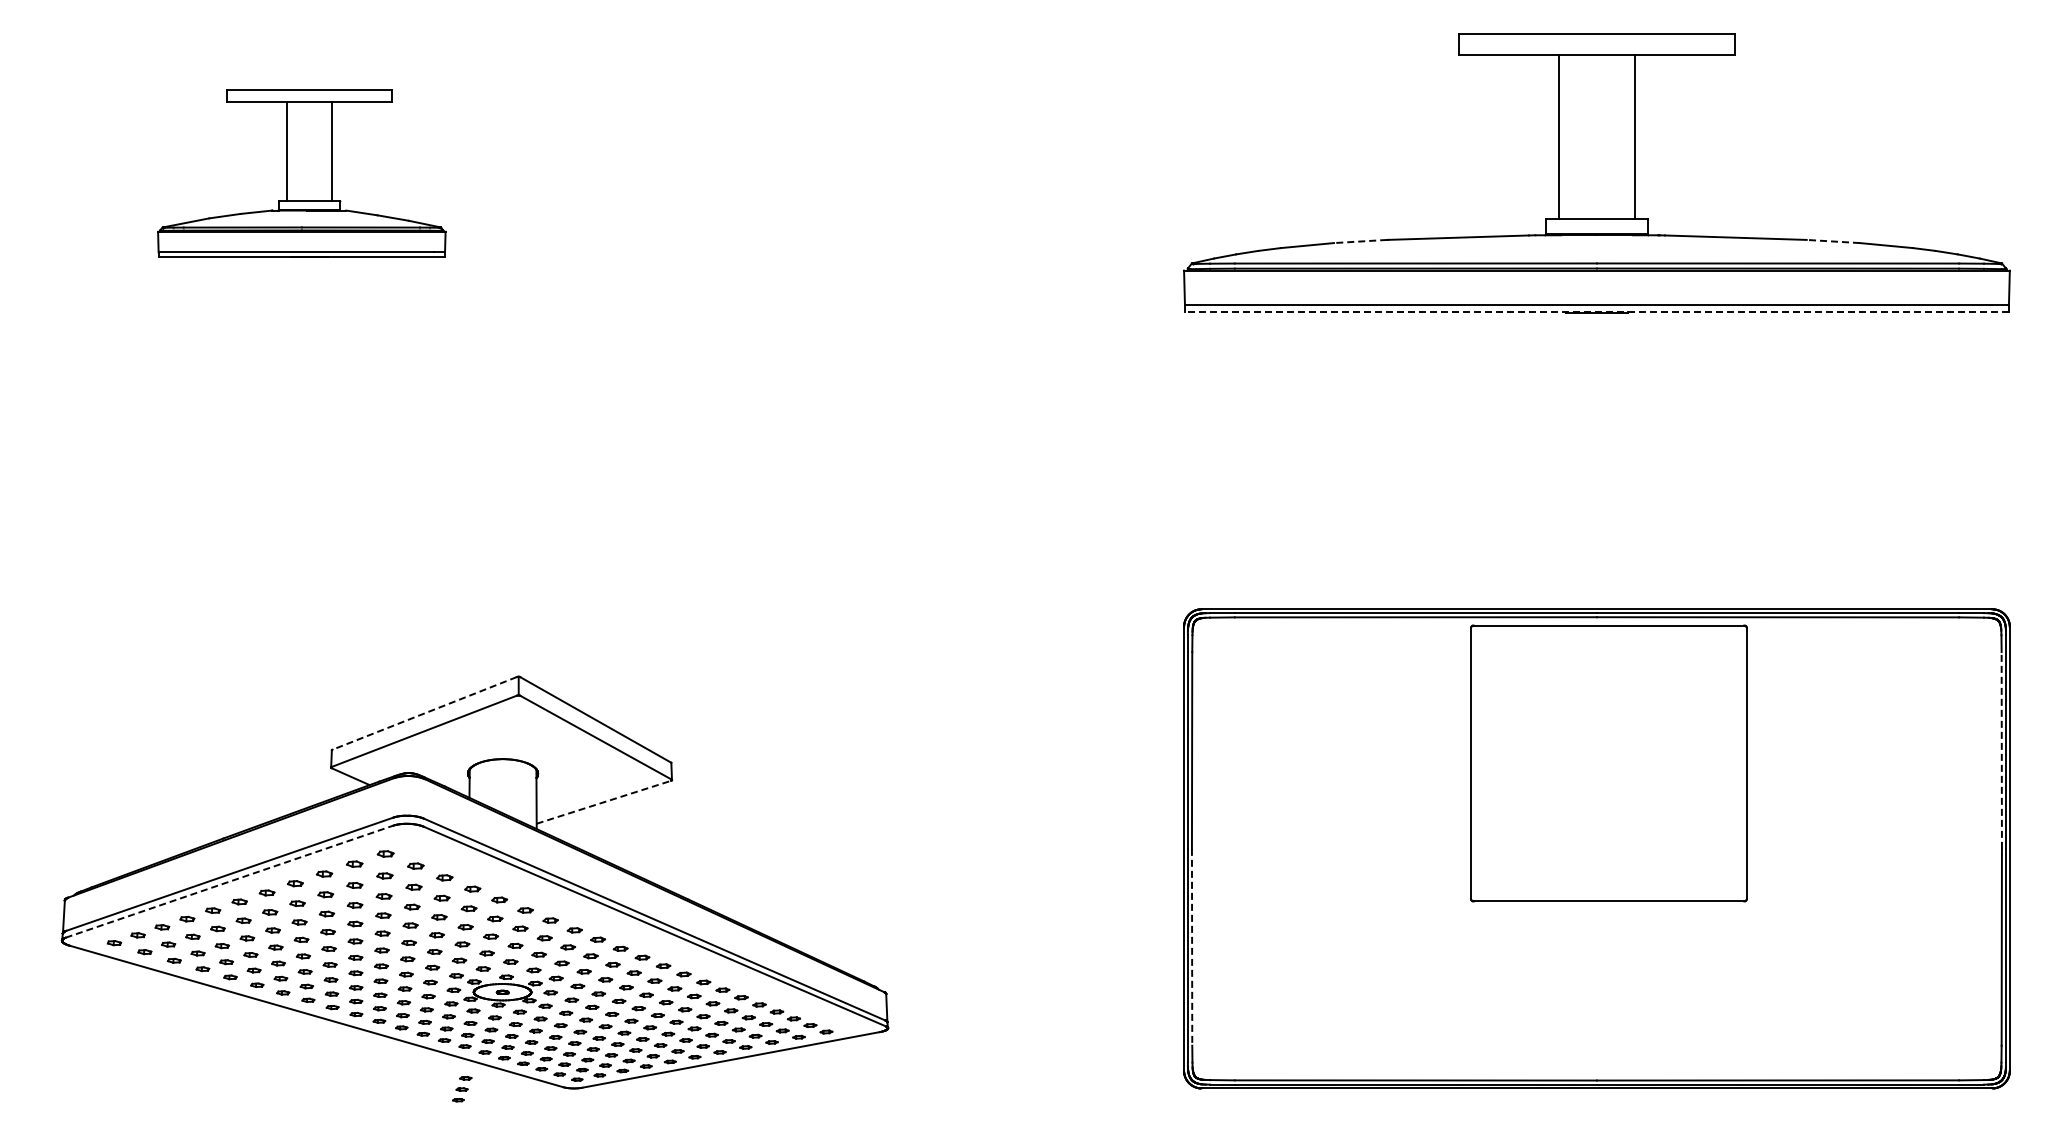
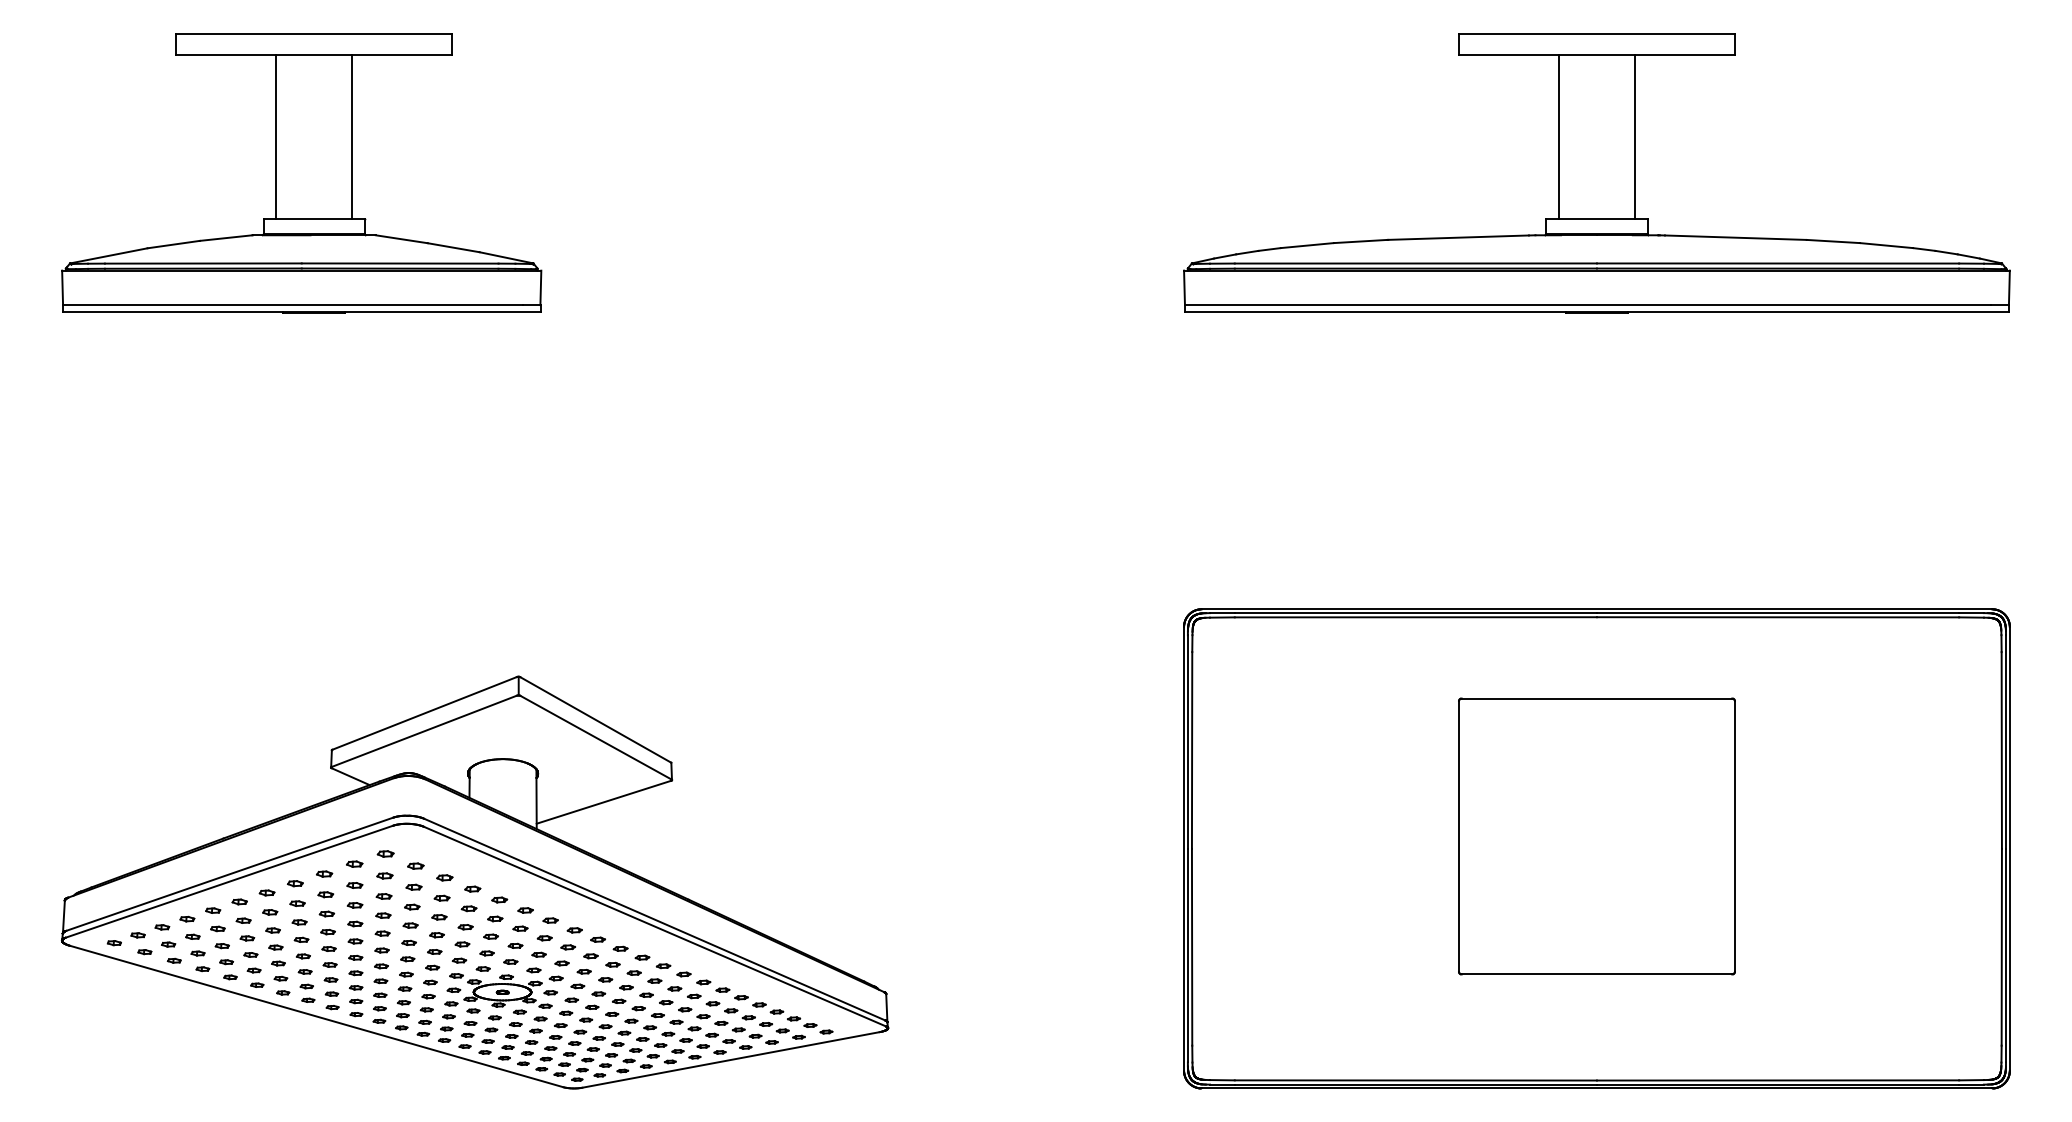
part at (301, 173) size: 290x169 px -> 482x281 px
line at (1360, 241): dashed -> solid
line at (1833, 241): dashed -> solid
line at (1596, 312): dashed -> solid
line at (424, 713): dashed -> solid
line at (2001, 749): dashed -> solid
part at (1608, 763) position: (1608, 763) -> (1596, 836)
line at (604, 802): dashed -> solid
line at (229, 881): dashed -> solid
line at (1192, 947): dashed -> solid
part at (462, 1089): present -> none
